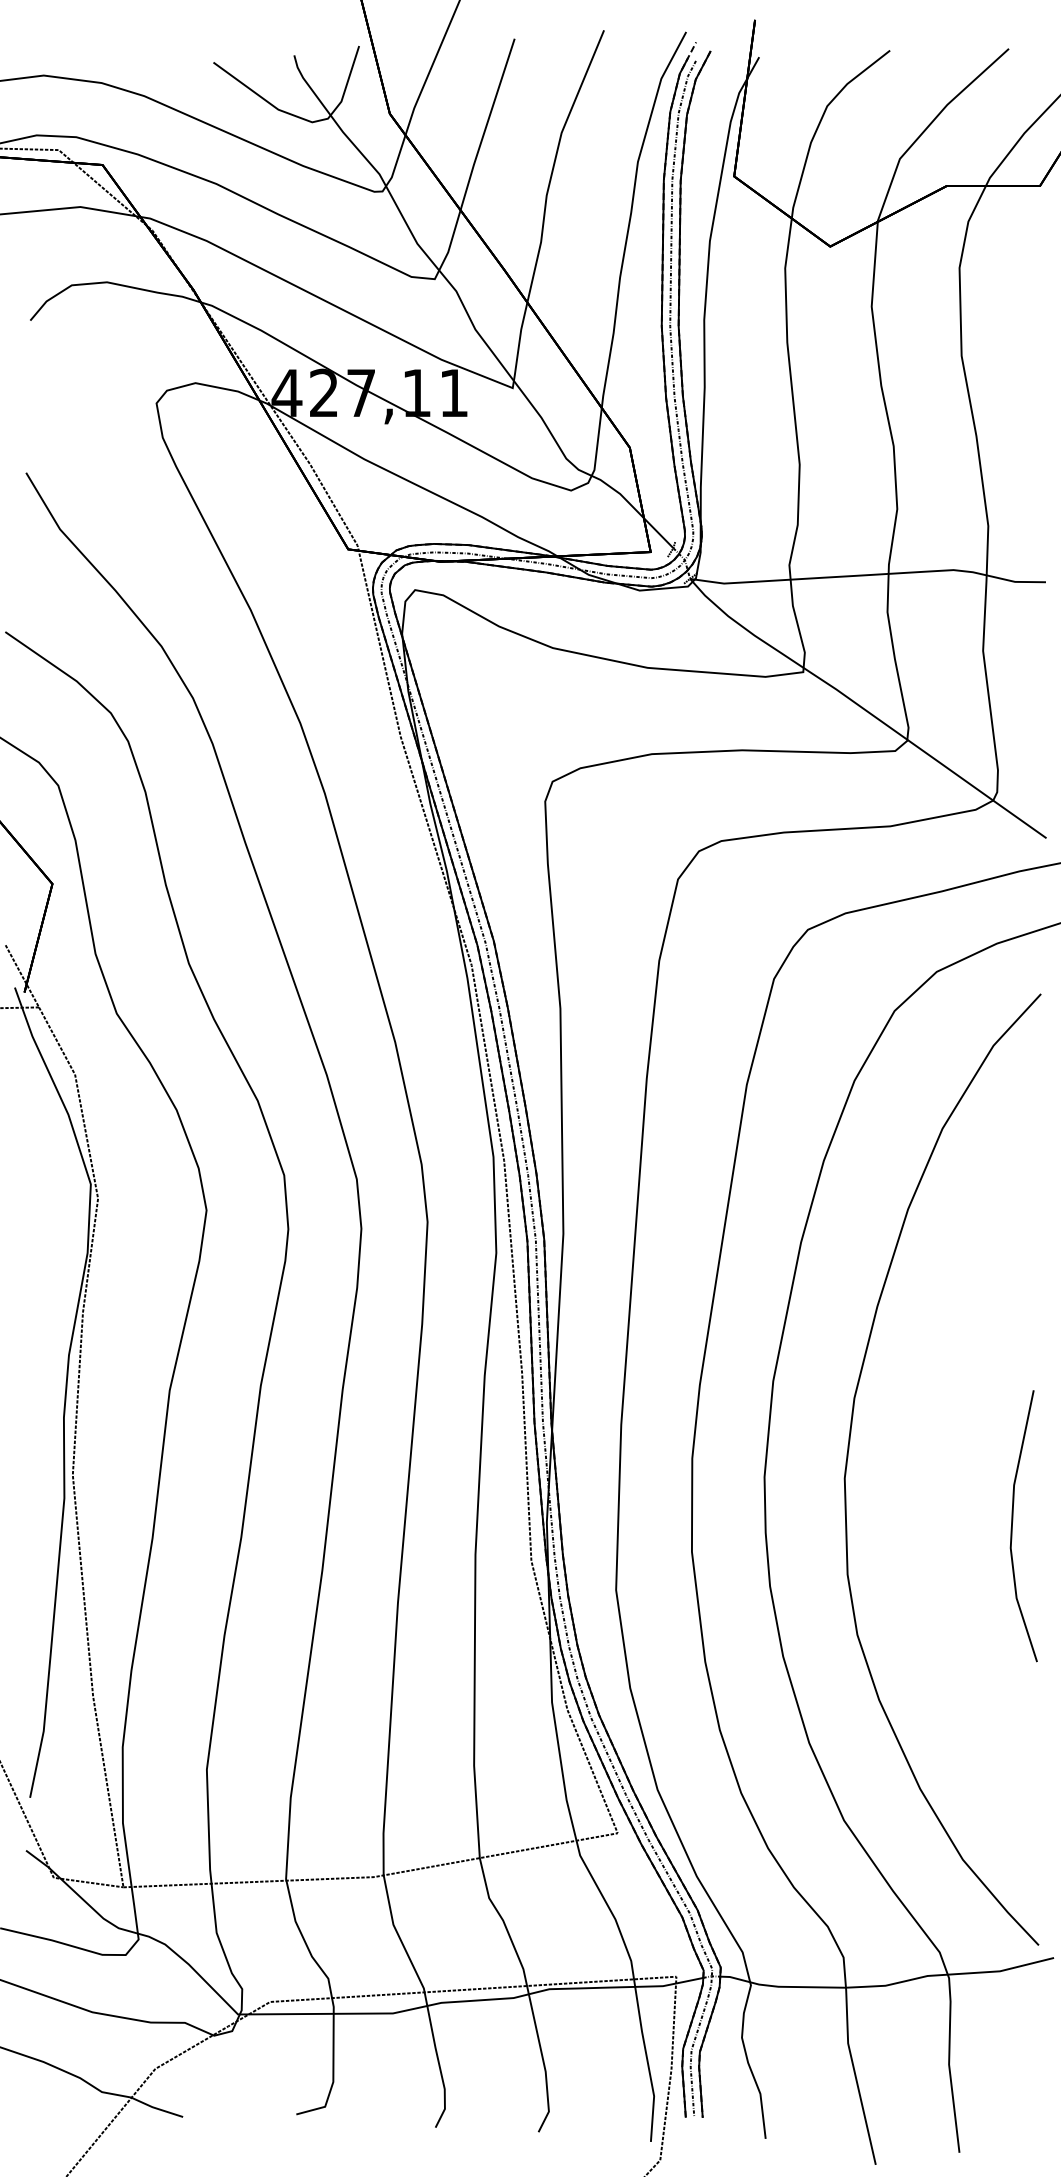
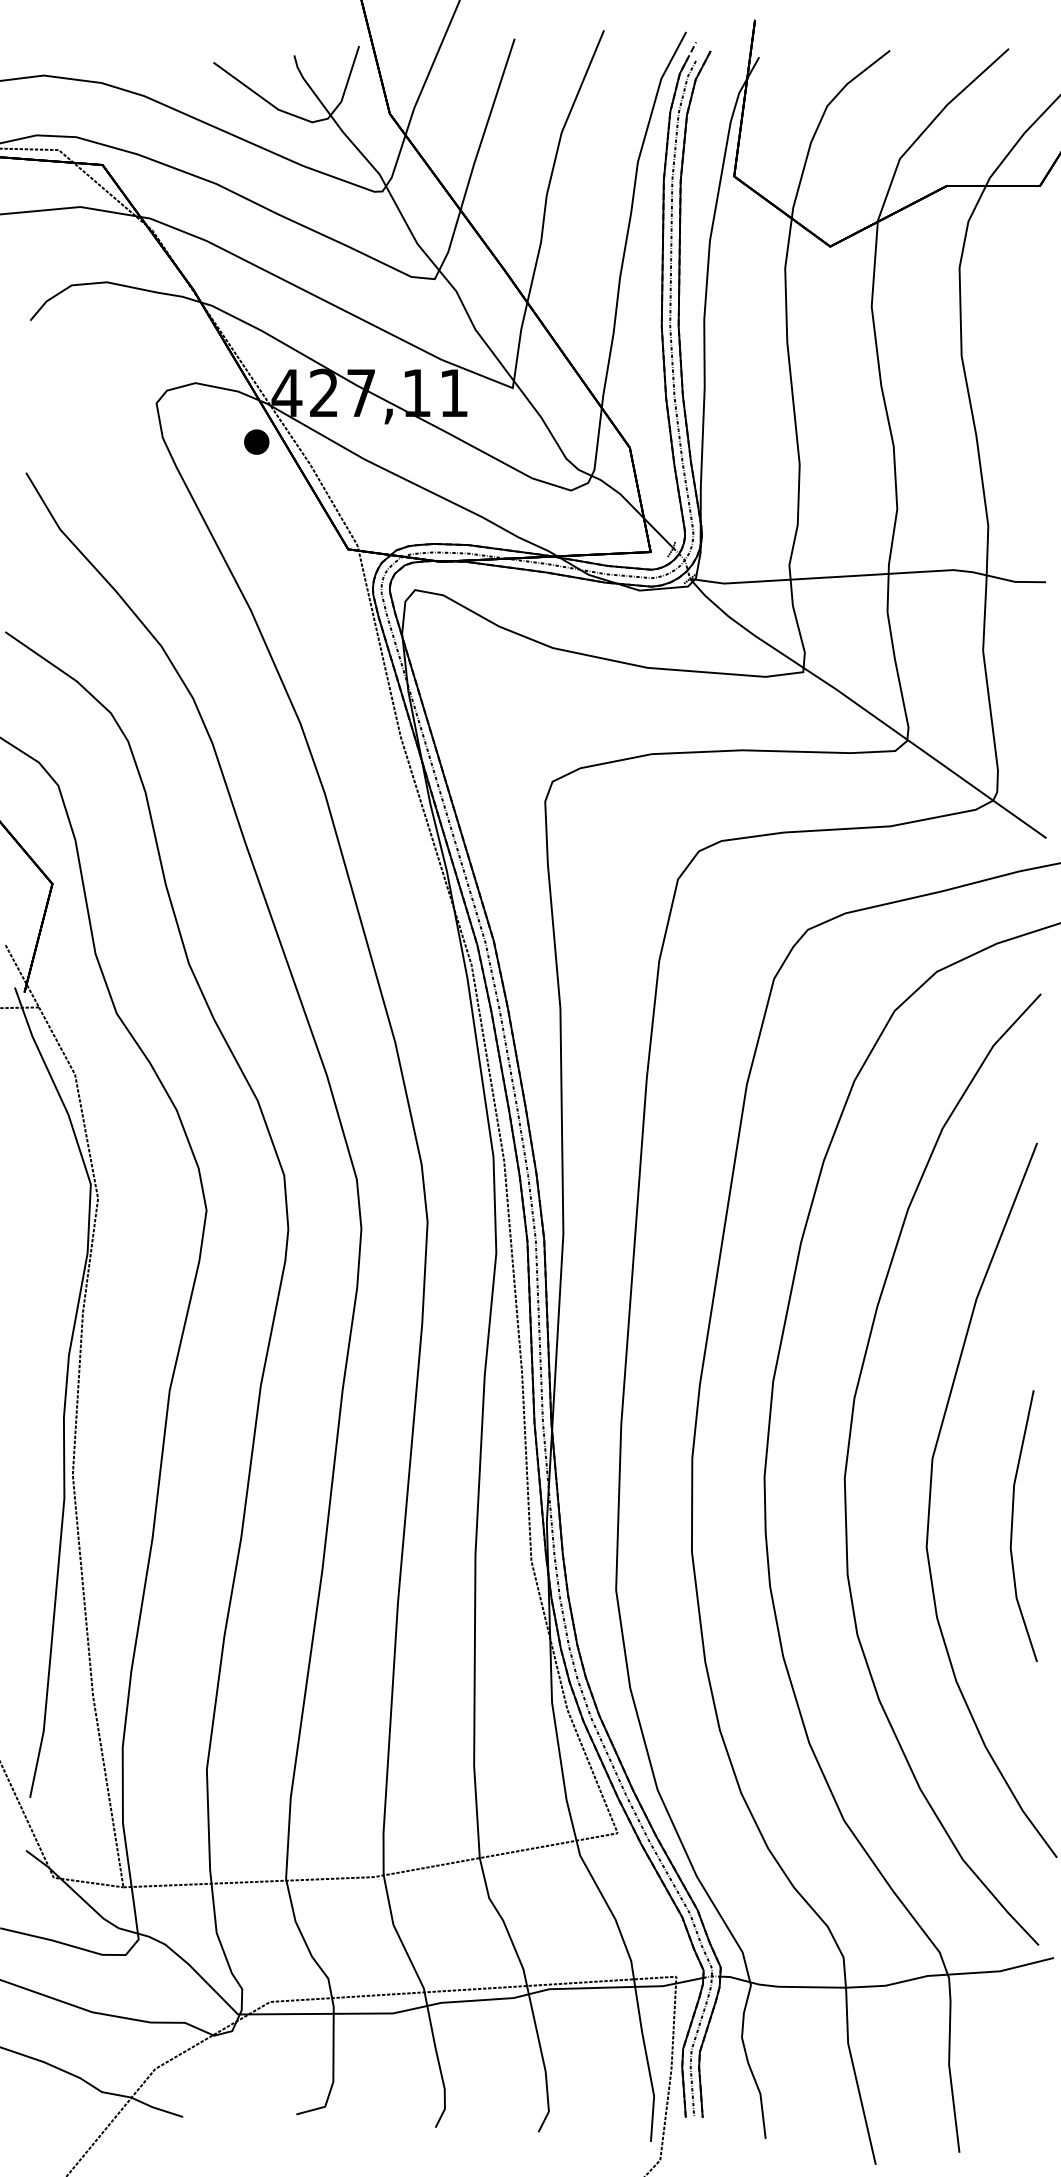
part at (256, 441): none -> present
part at (931, 1493): none -> present
